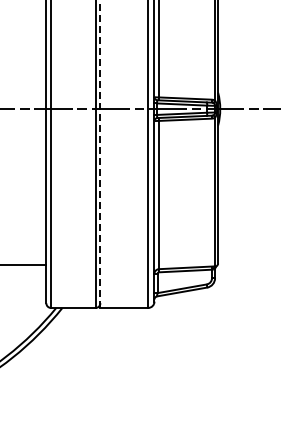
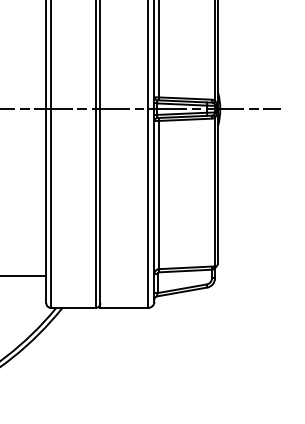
line at (100, 154): dashed -> solid
line at (24, 265) position: (24, 265) -> (24, 276)
